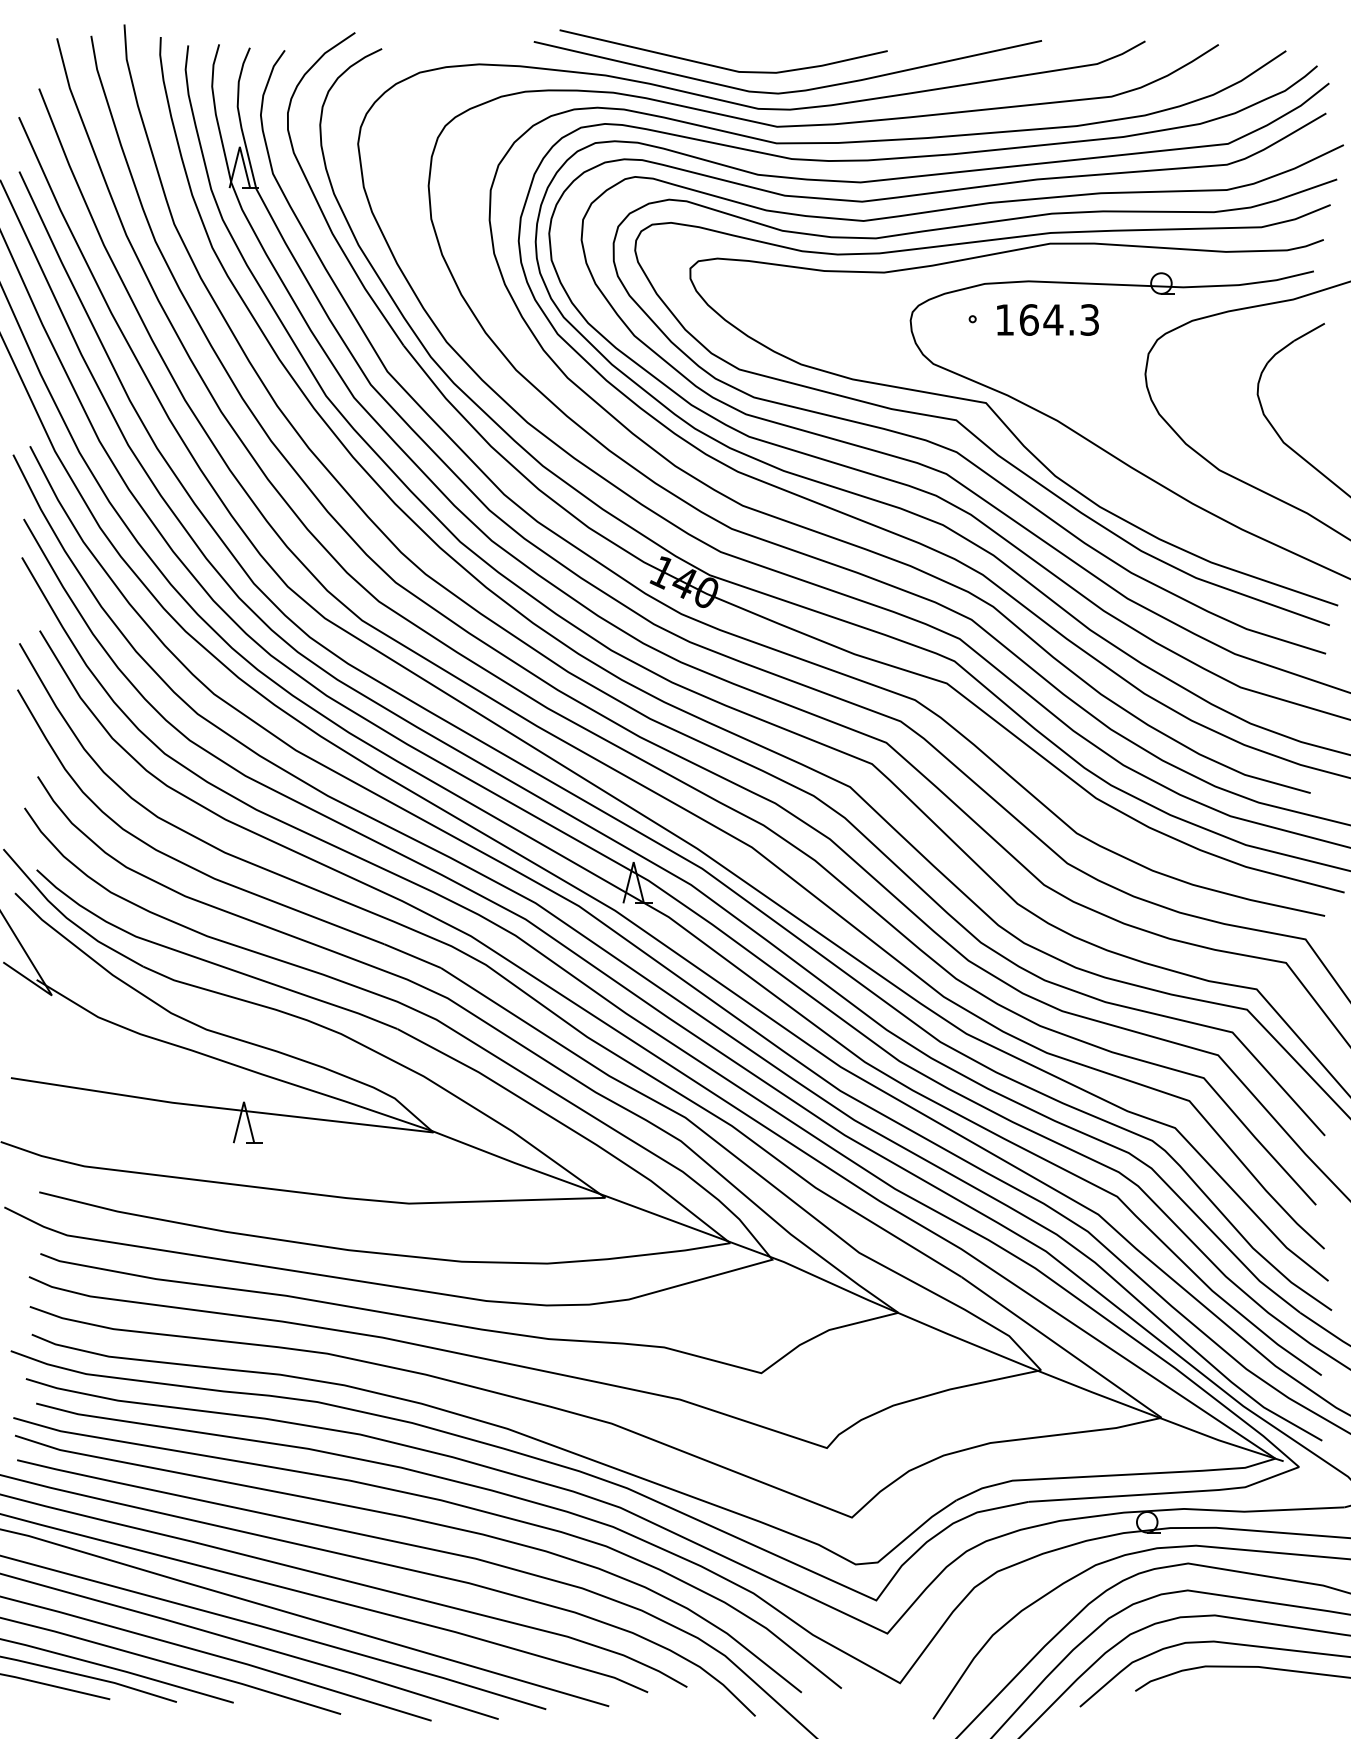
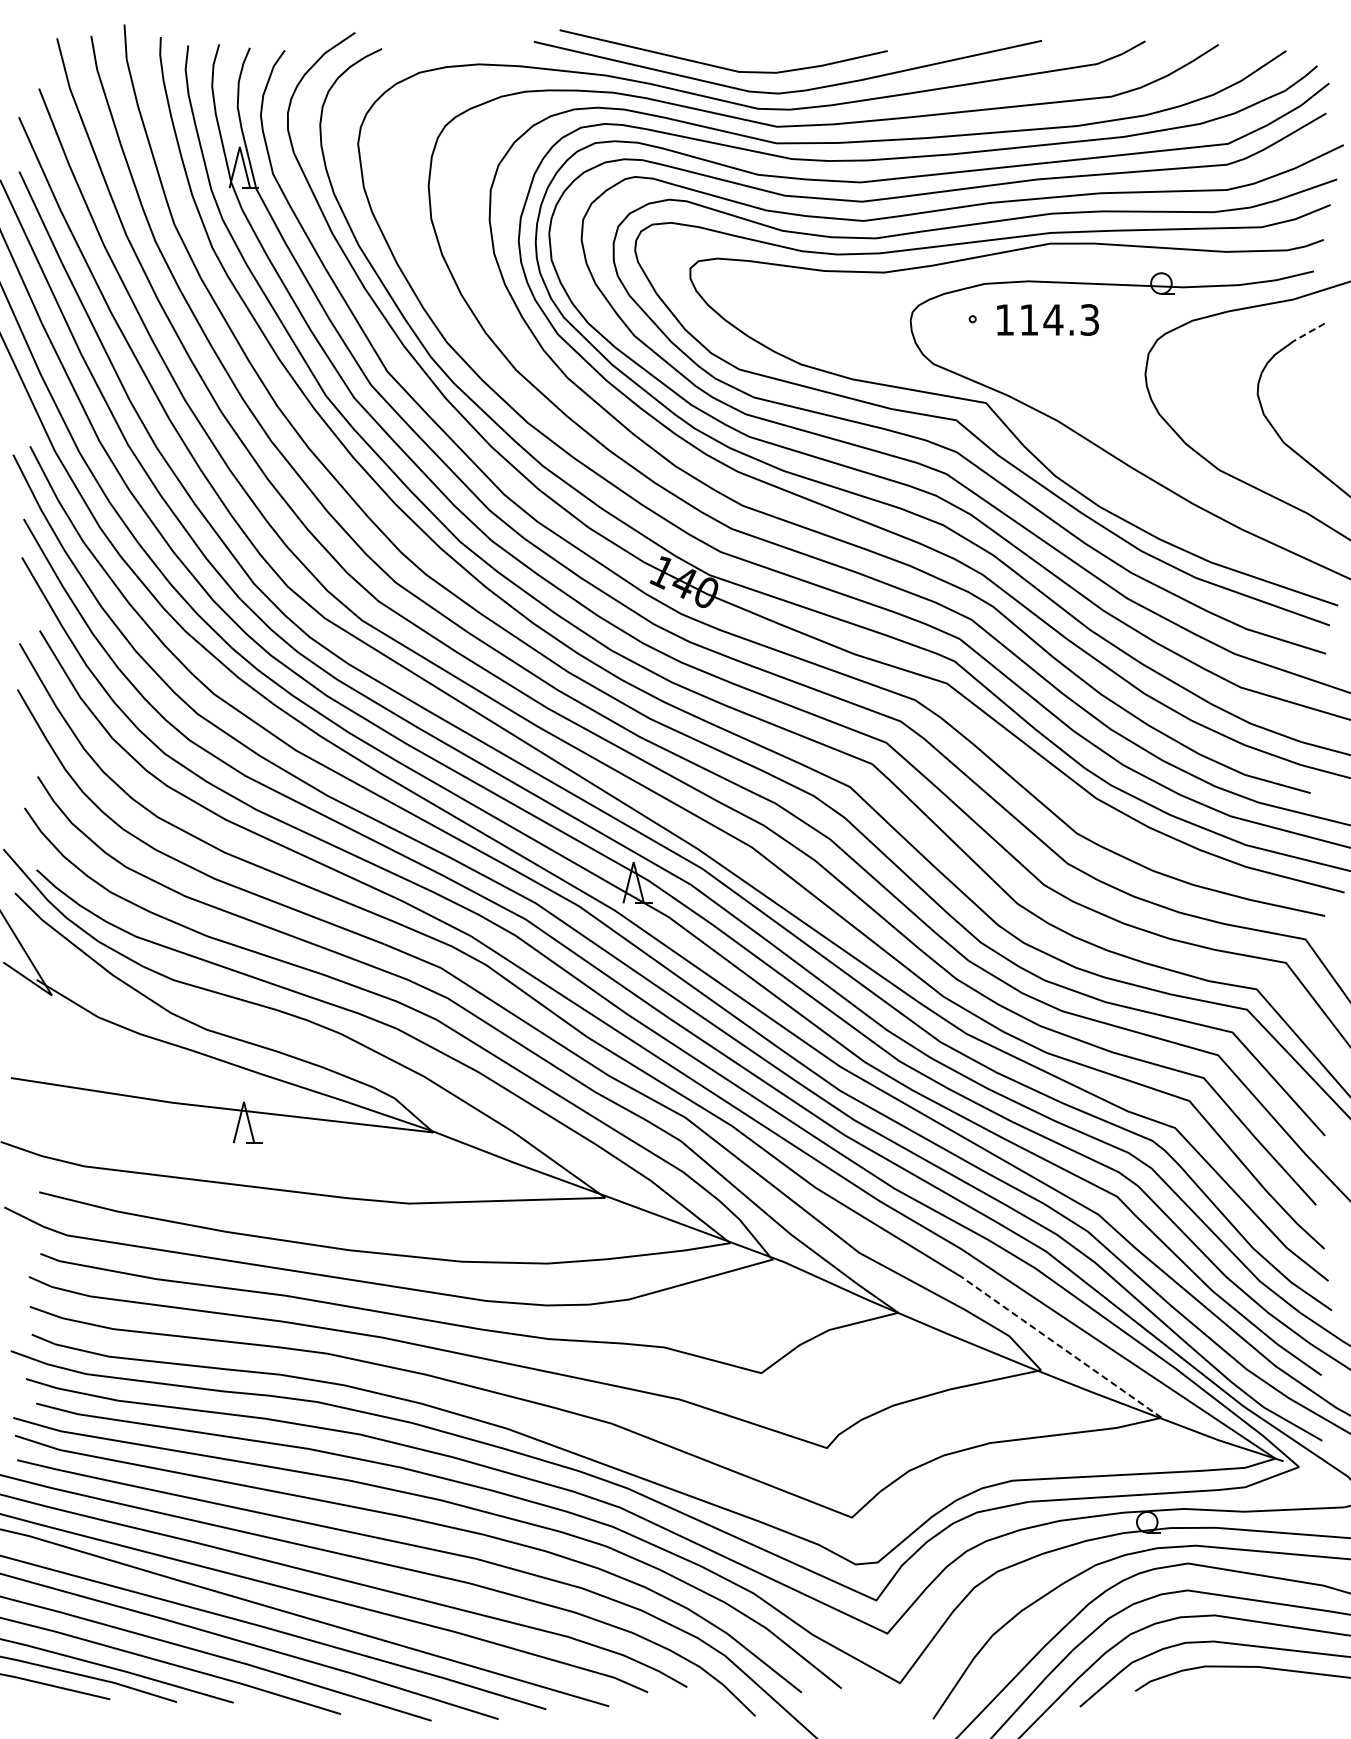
text at (1028, 319): 164.3 -> 114.3
line at (1309, 332): solid -> dashed
line at (1061, 1347): solid -> dashed
